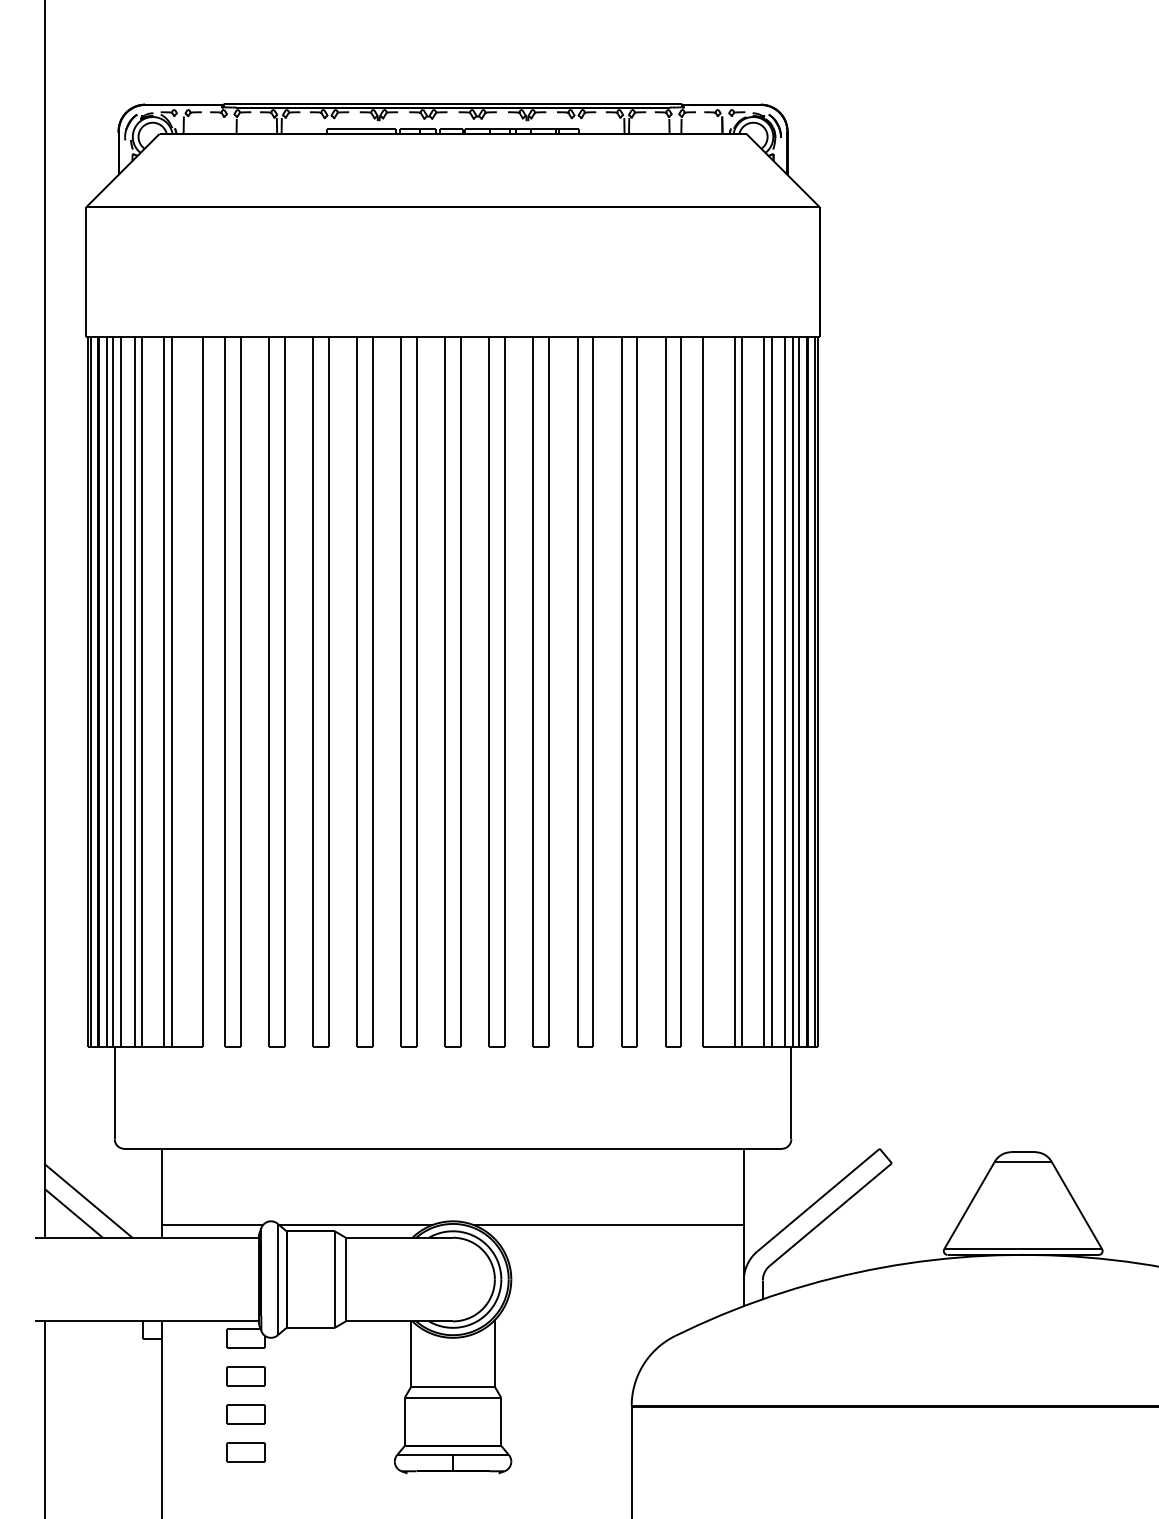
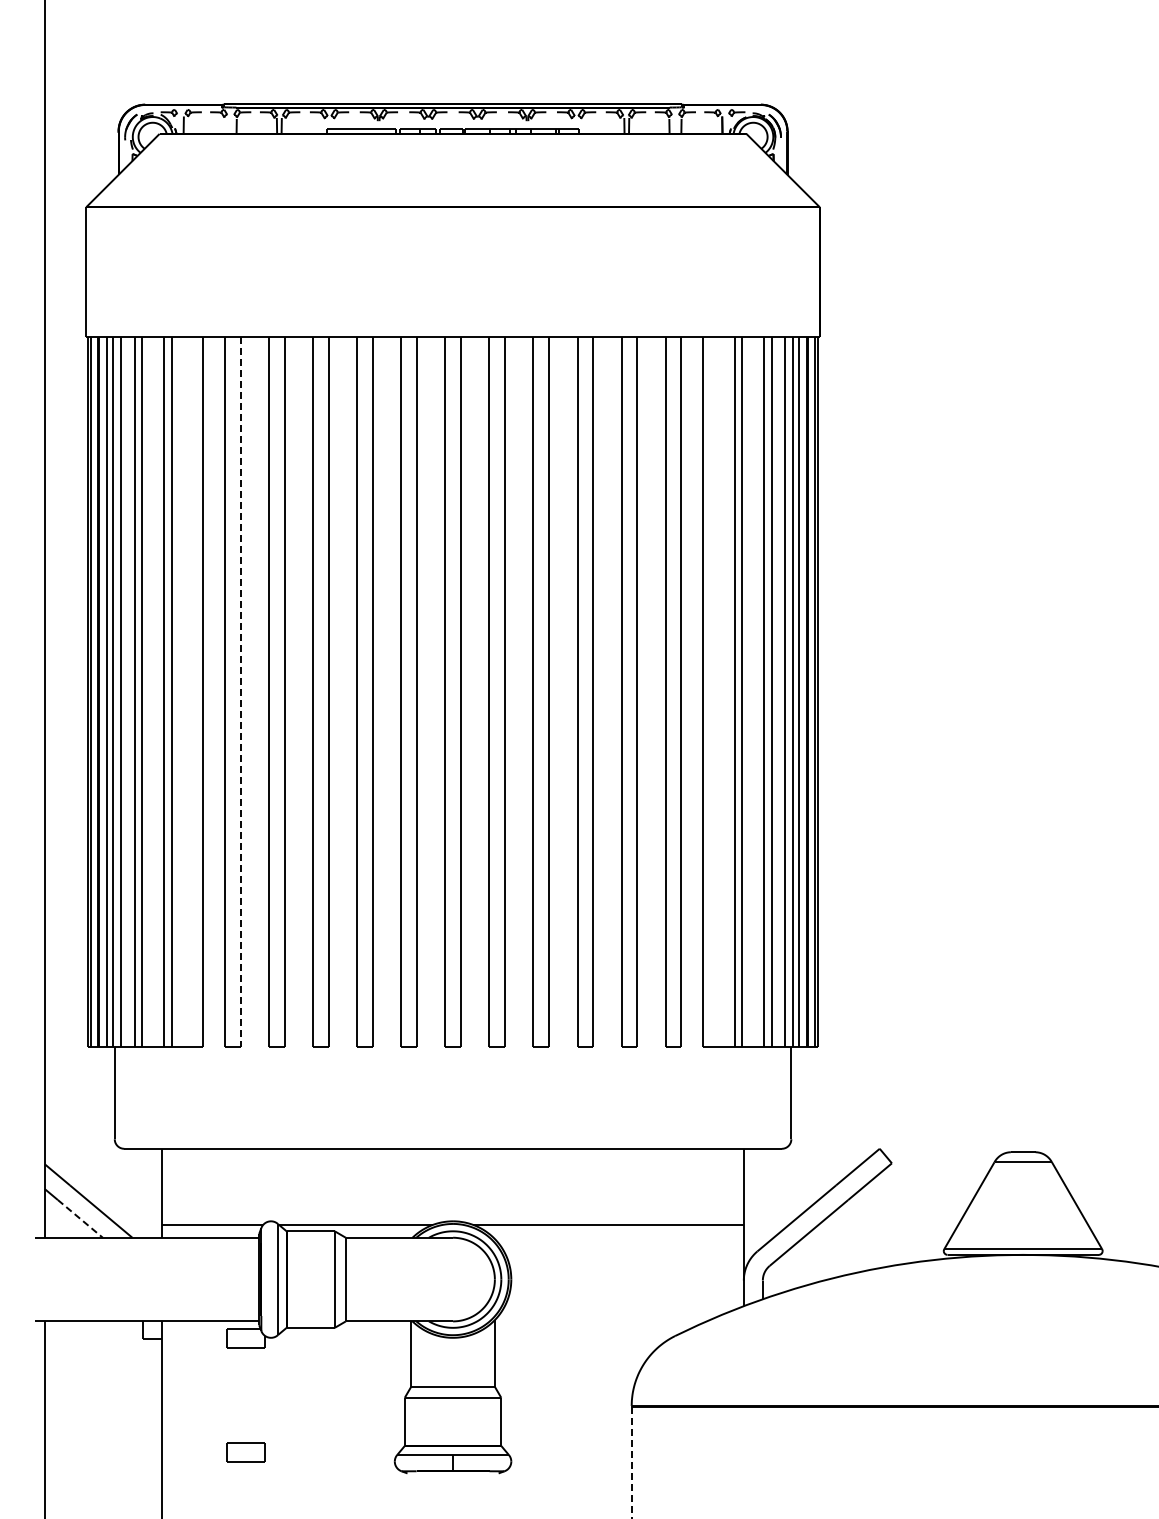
line at (240, 692): solid -> dashed
line at (80, 1219): solid -> dashed
part at (245, 1376): present -> none
part at (245, 1414): present -> none
line at (631, 1462): solid -> dashed
